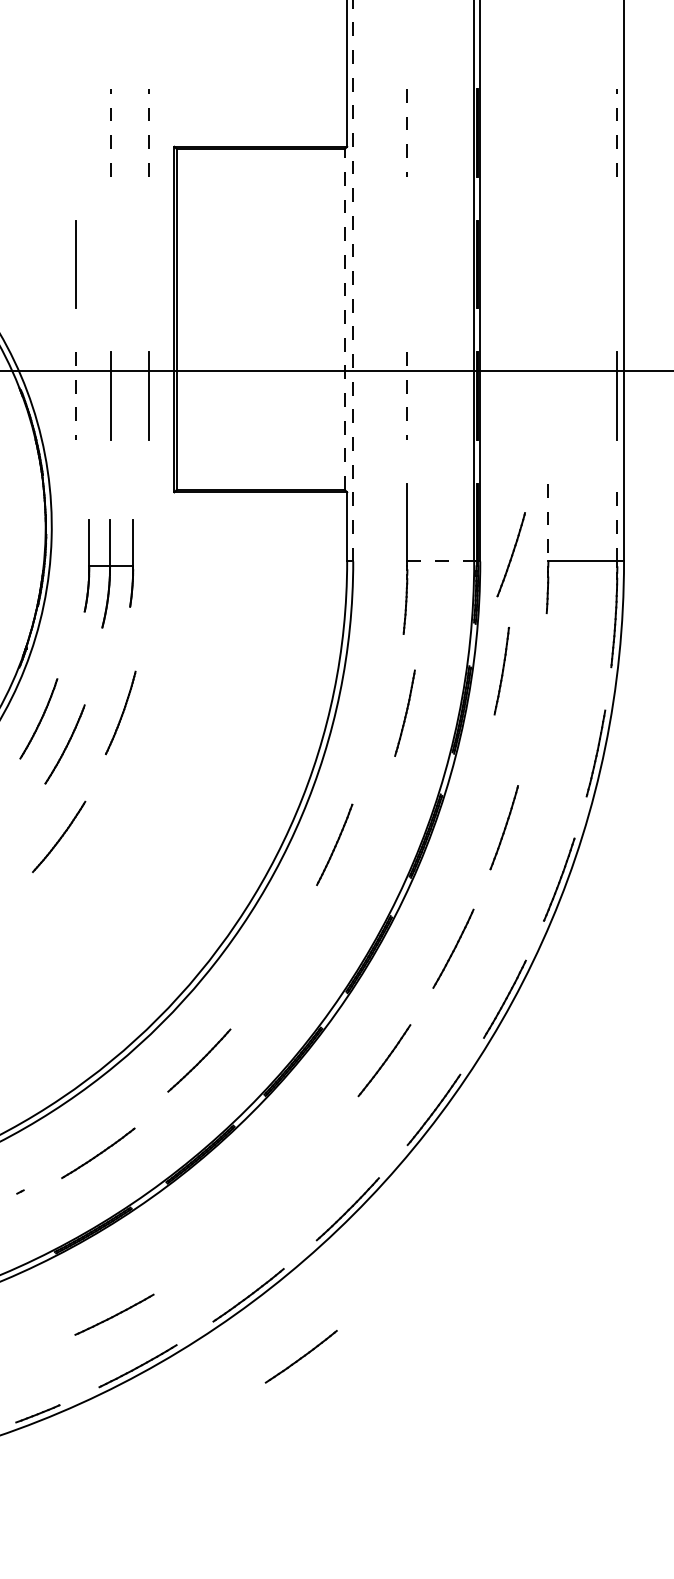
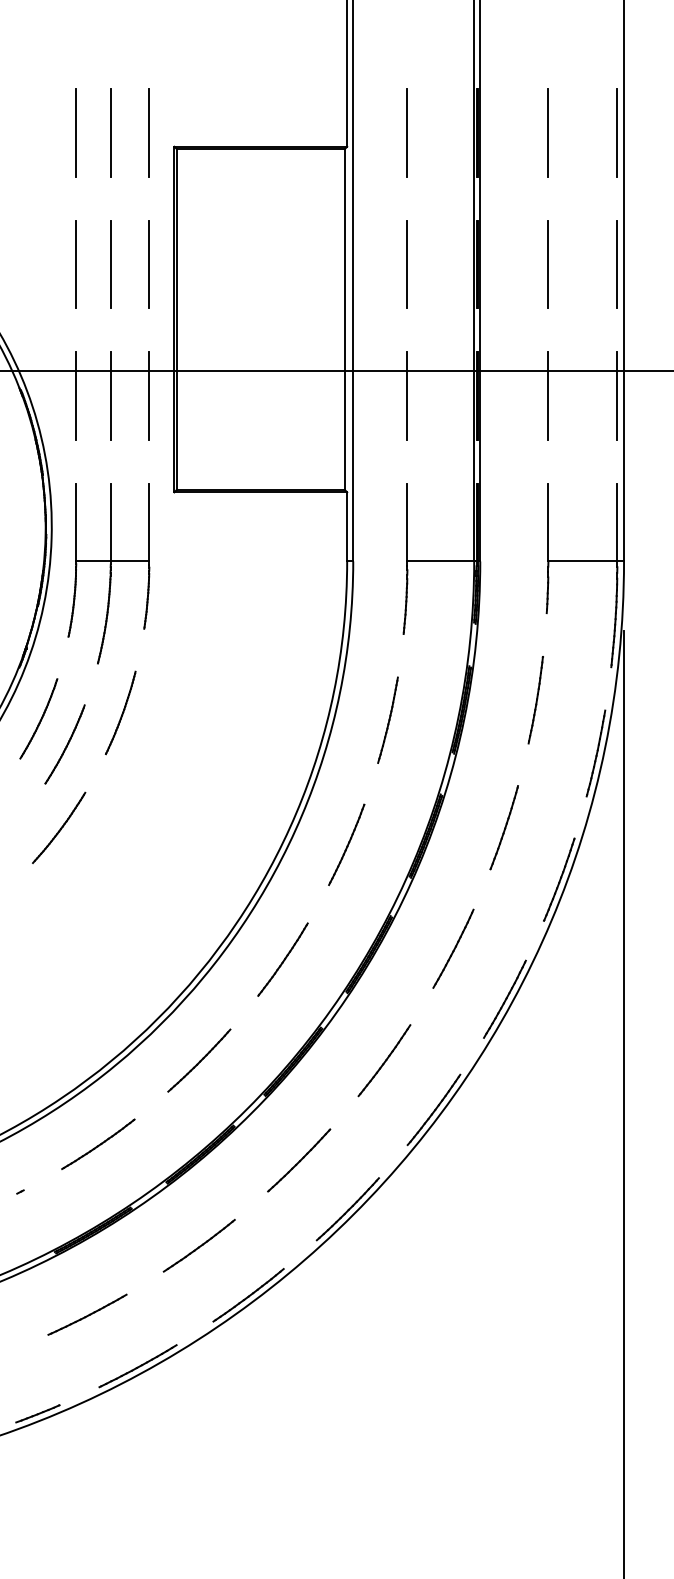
line at (76, 132): none -> present
line at (110, 132): dashed -> solid
line at (149, 132): dashed -> solid
line at (407, 132): dashed -> solid
line at (547, 132): none -> present
line at (617, 132): dashed -> solid
line at (110, 264): none -> present
line at (149, 264): none -> present
line at (407, 264): none -> present
line at (548, 264): none -> present
line at (617, 264): none -> present
line at (353, 280): dashed -> solid
line at (344, 319): dashed -> solid
line at (548, 395): none -> present
line at (76, 396): dashed -> solid
line at (407, 396): dashed -> solid
line at (548, 522): dashed -> solid
line at (617, 522): dashed -> solid
line at (511, 554): present -> none
line at (441, 561): dashed -> solid
part at (108, 573) size: 52x110 px -> 84x182 px
part at (501, 671) position: (501, 671) -> (535, 700)
part at (404, 712) position: (404, 712) -> (387, 719)
part at (59, 836) position: (59, 836) -> (59, 827)
part at (334, 844) position: (334, 844) -> (346, 844)
part at (282, 959): none -> present
line at (624, 1102): none -> present
part at (98, 1152) position: (98, 1152) -> (98, 1143)
part at (299, 1160): none -> present
part at (114, 1314) position: (114, 1314) -> (87, 1314)
part at (300, 1356) position: (300, 1356) -> (198, 1245)
